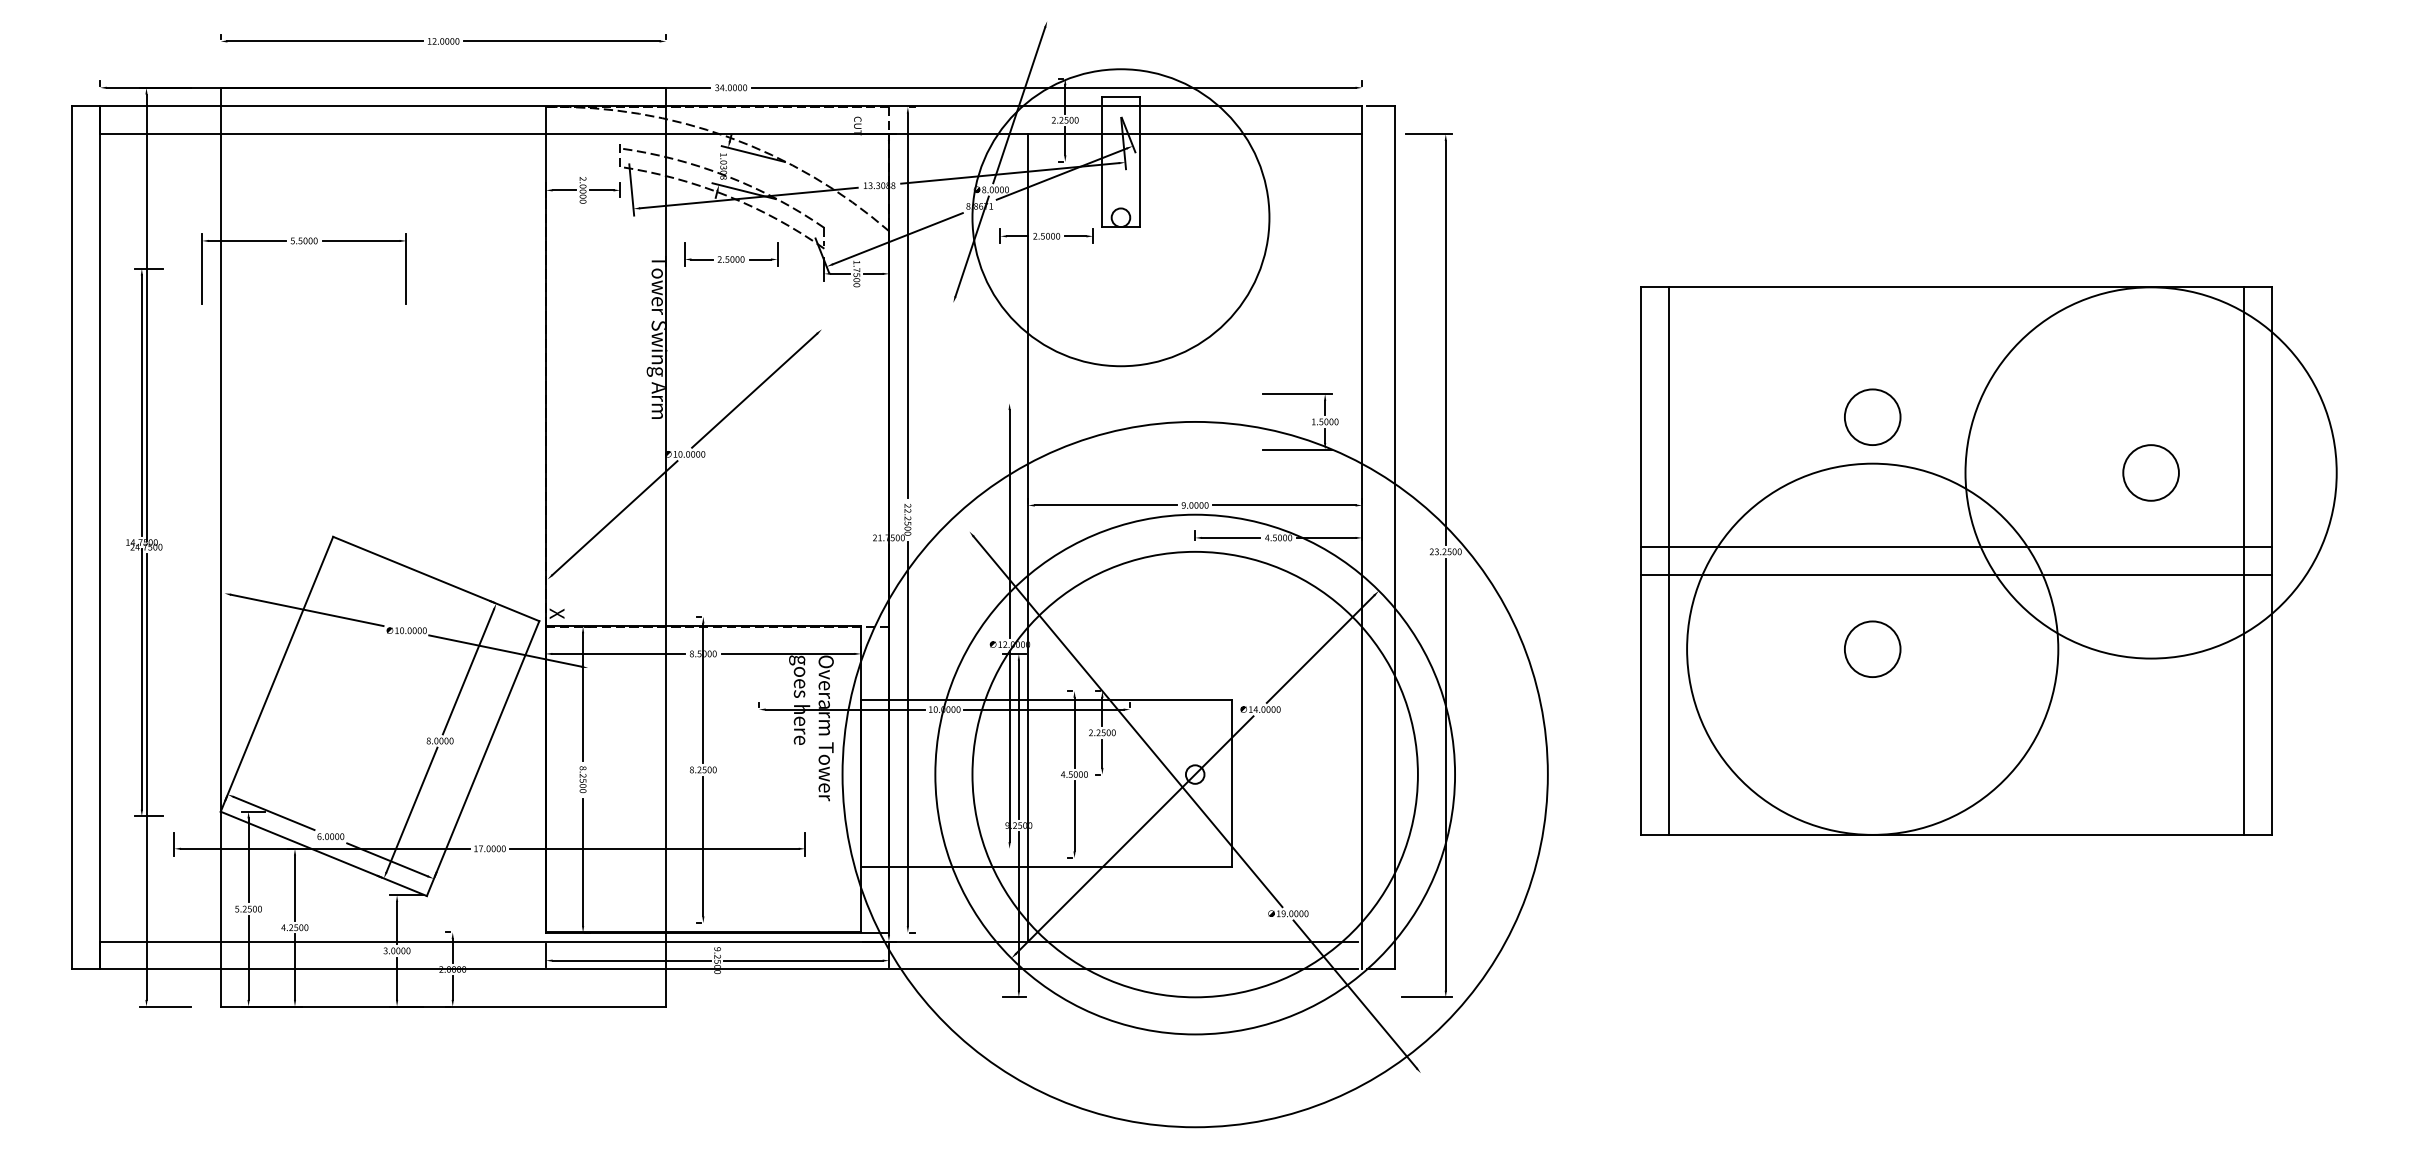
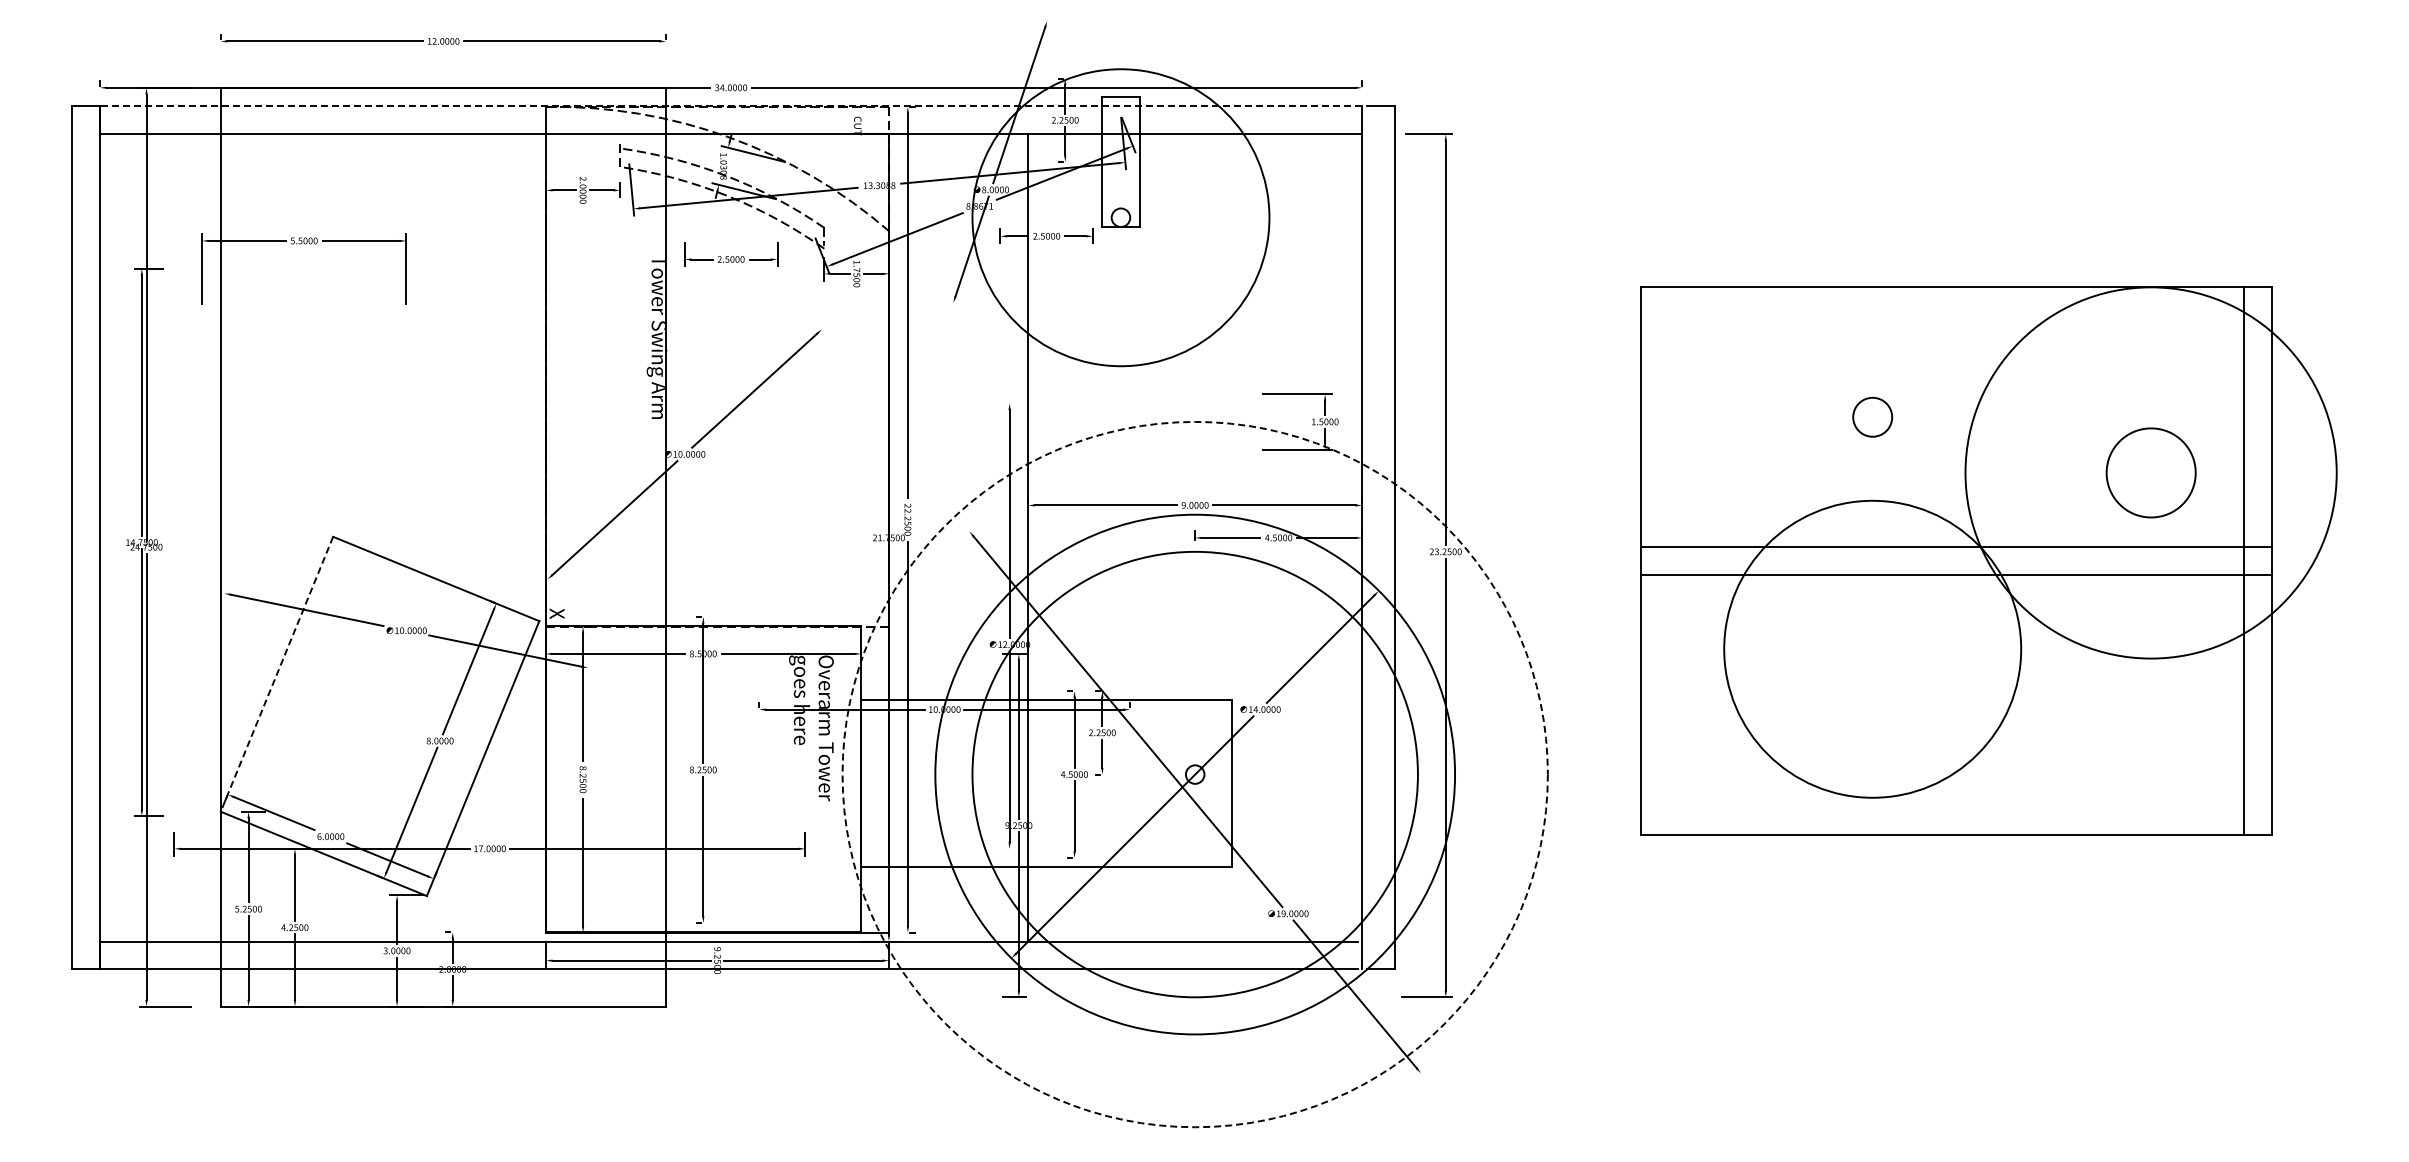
line at (730, 106): solid -> dashed
circle at (1872, 417) diameter: 56 px -> 39 px
circle at (2150, 472) size: 58x58 px -> 92x92 px
line at (1668, 560): present -> none
circle at (1872, 648) diameter: 371 px -> 297 px
circle at (1872, 648): present -> none
line at (276, 674): solid -> dashed
circle at (1194, 774): solid -> dashed
